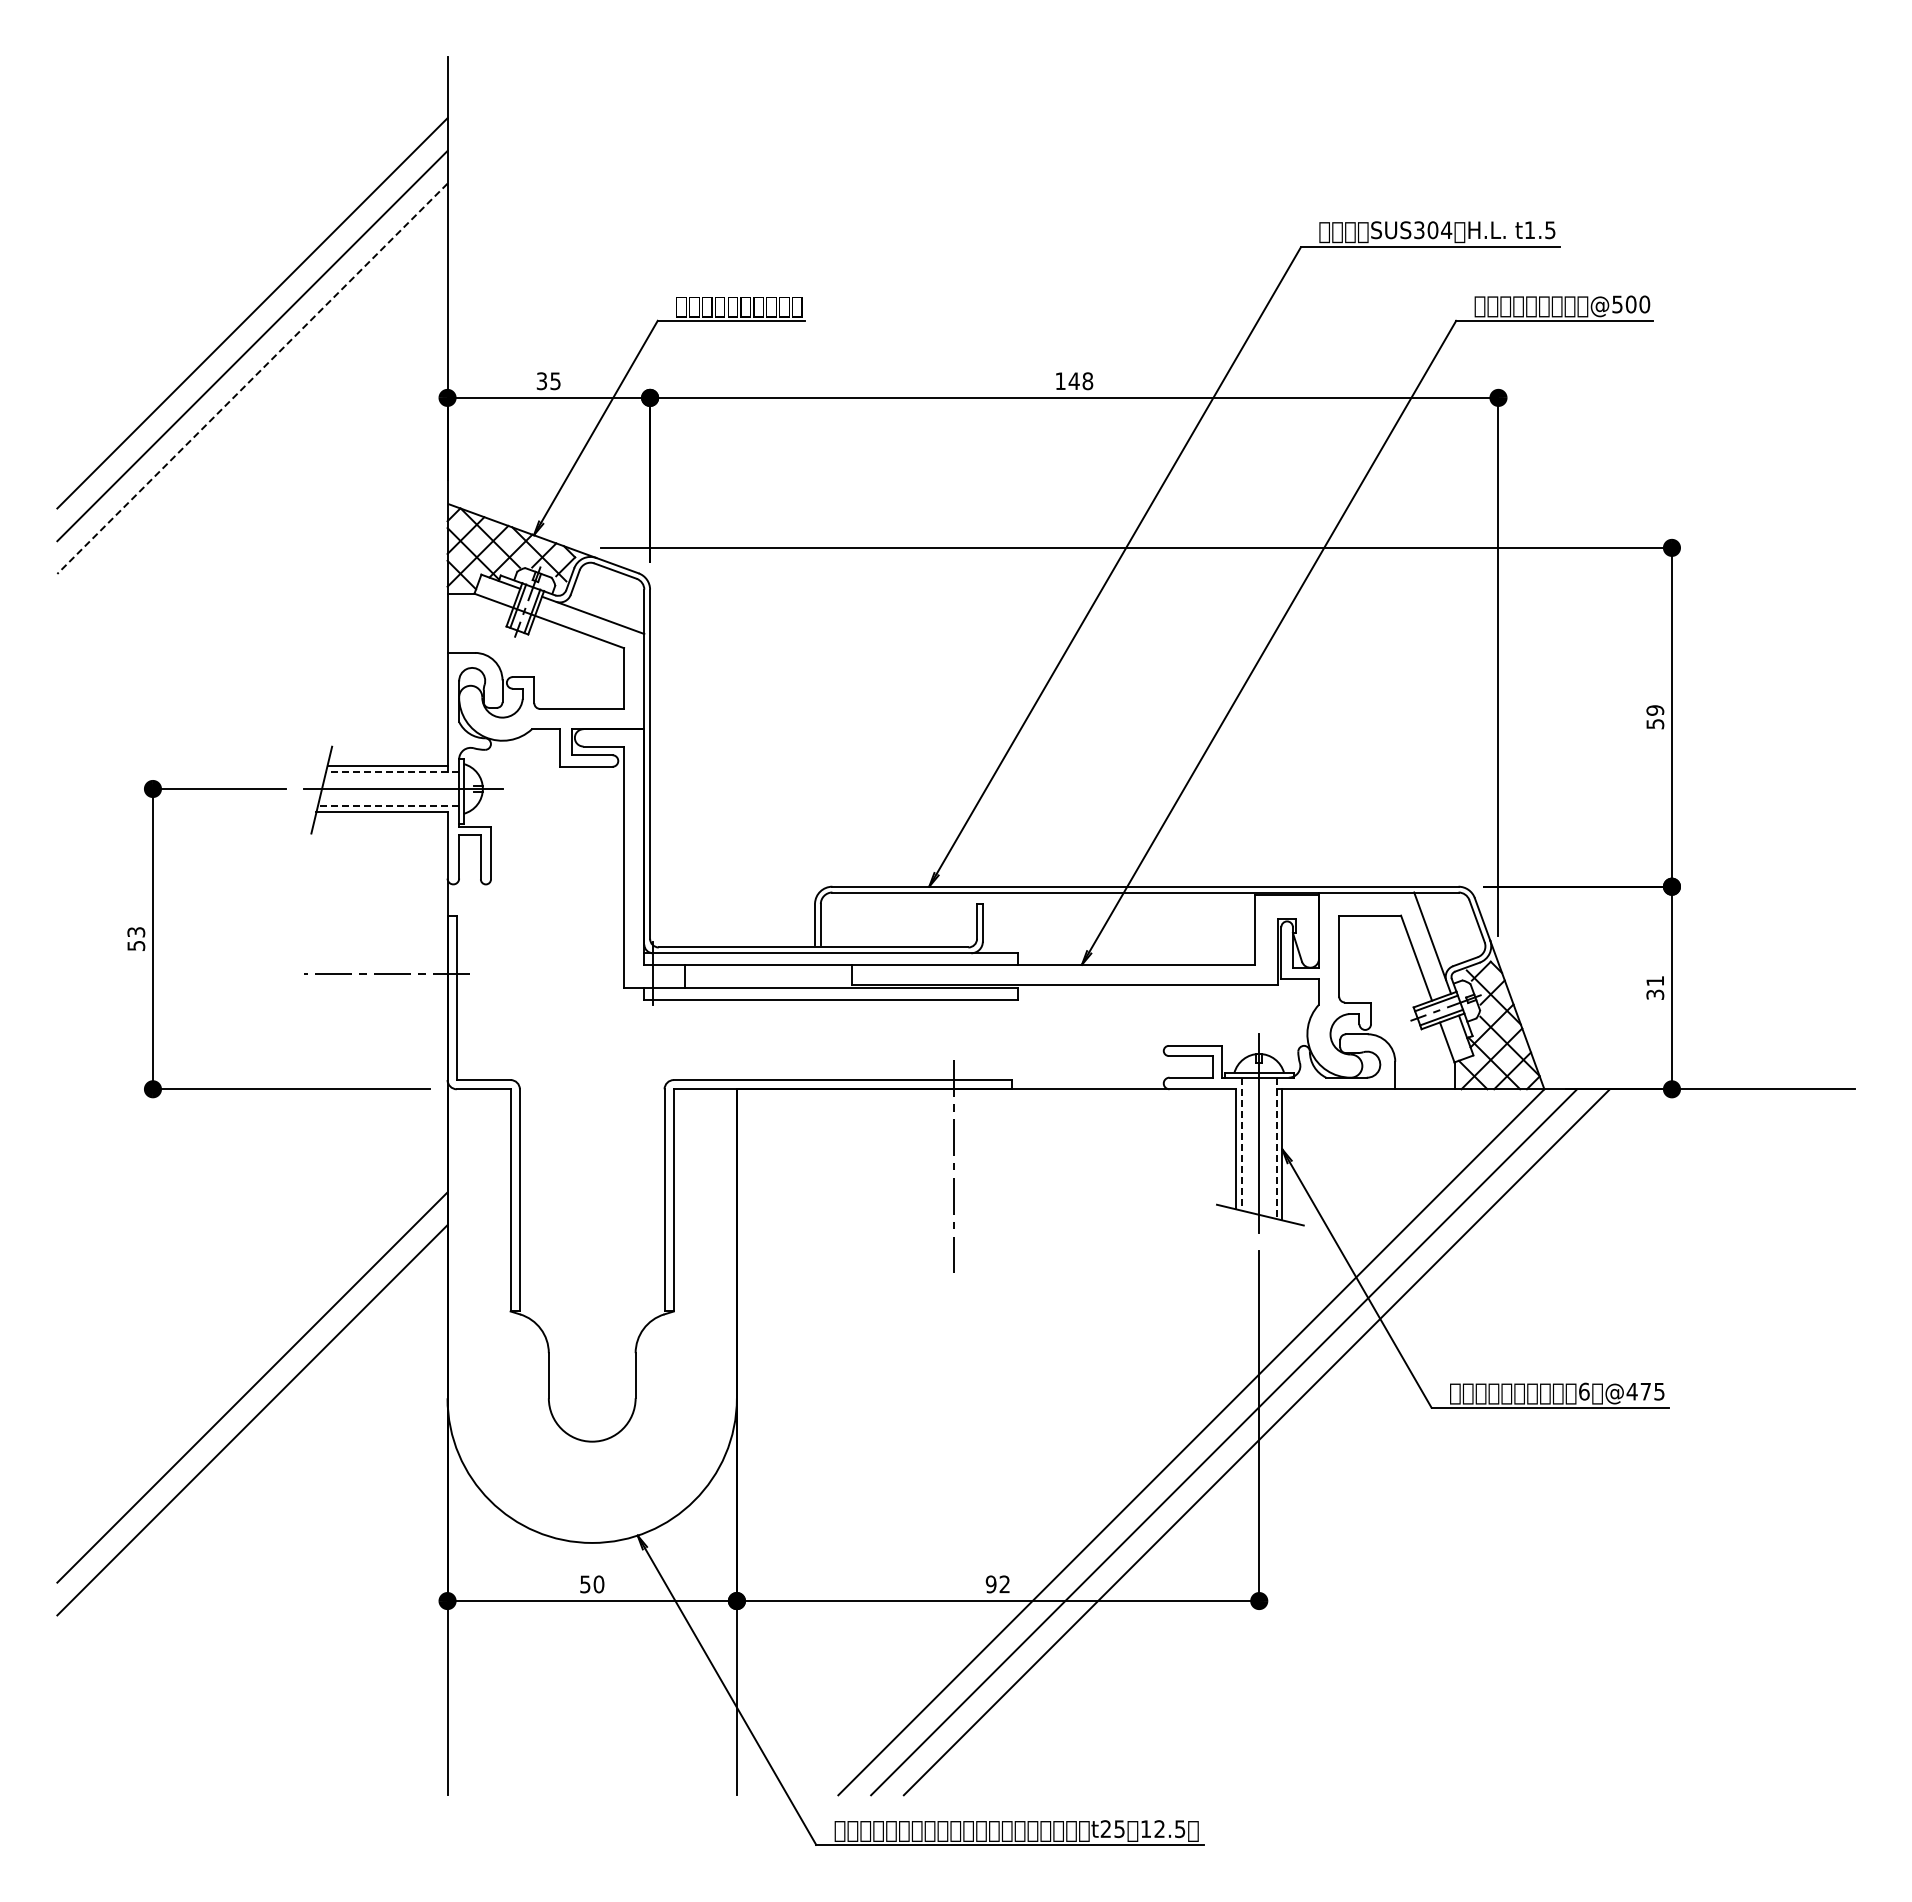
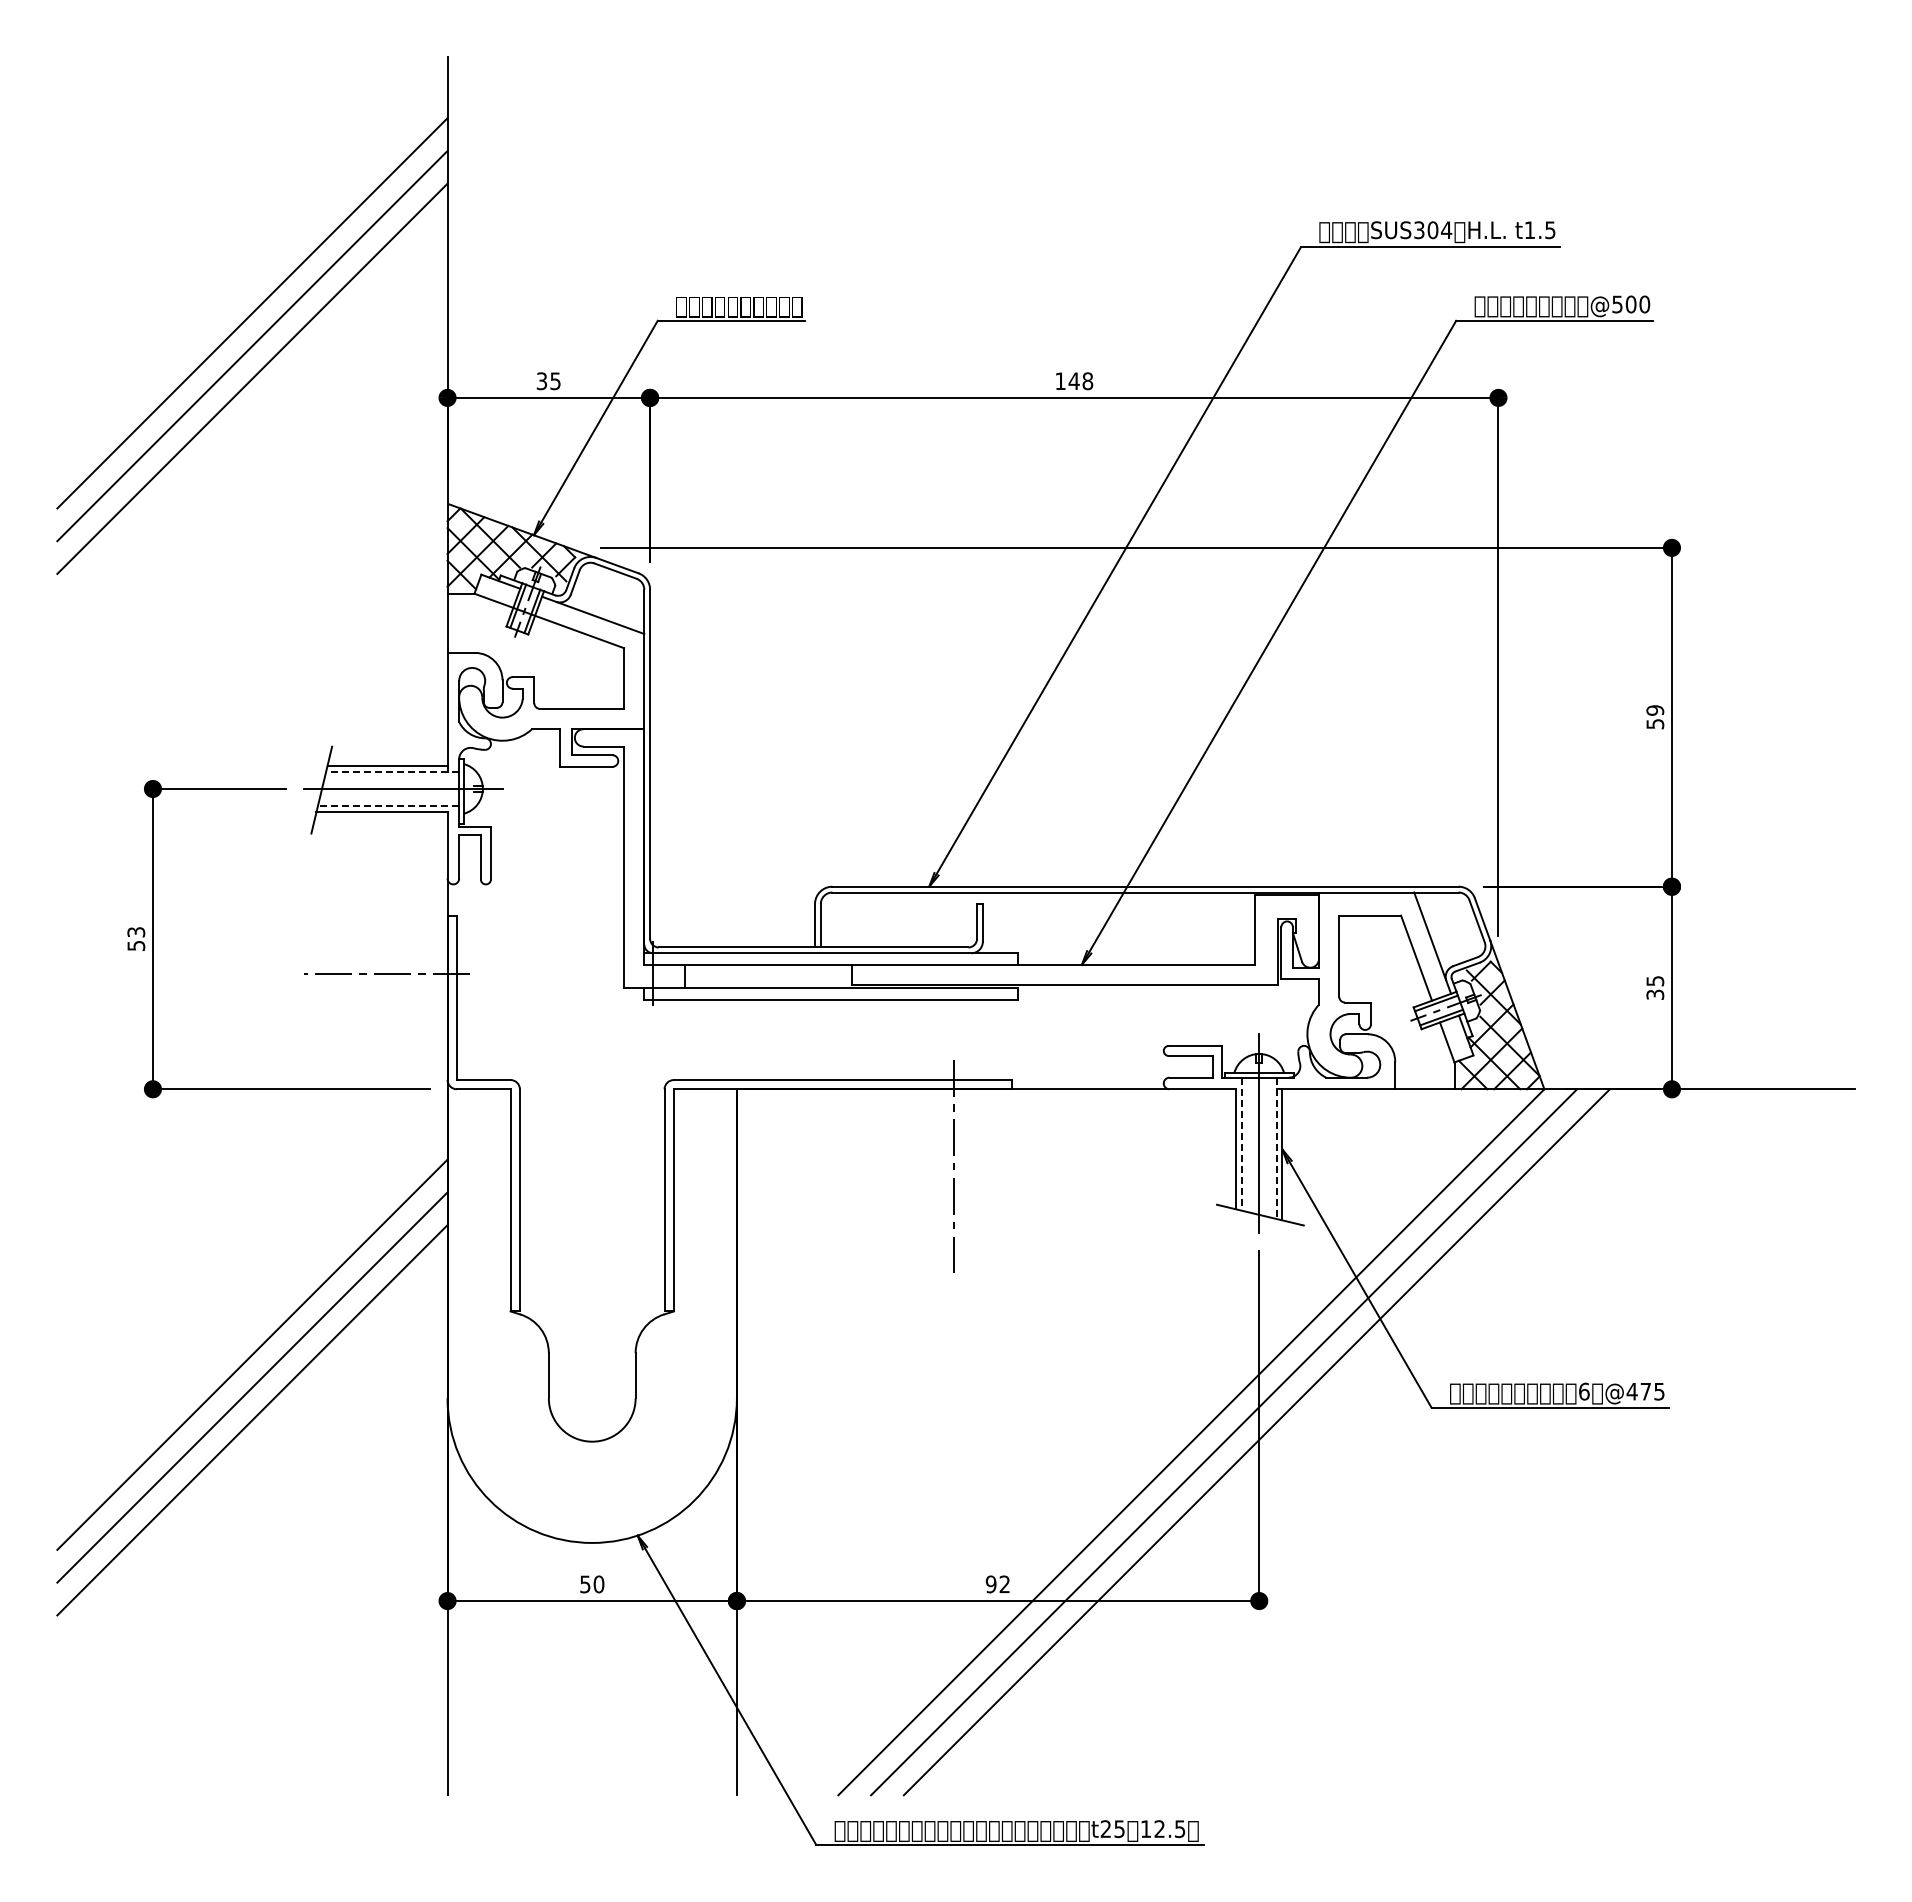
line at (252, 378): dashed -> solid
text at (1655, 981): 31 -> 35
line at (252, 1354): none -> present
